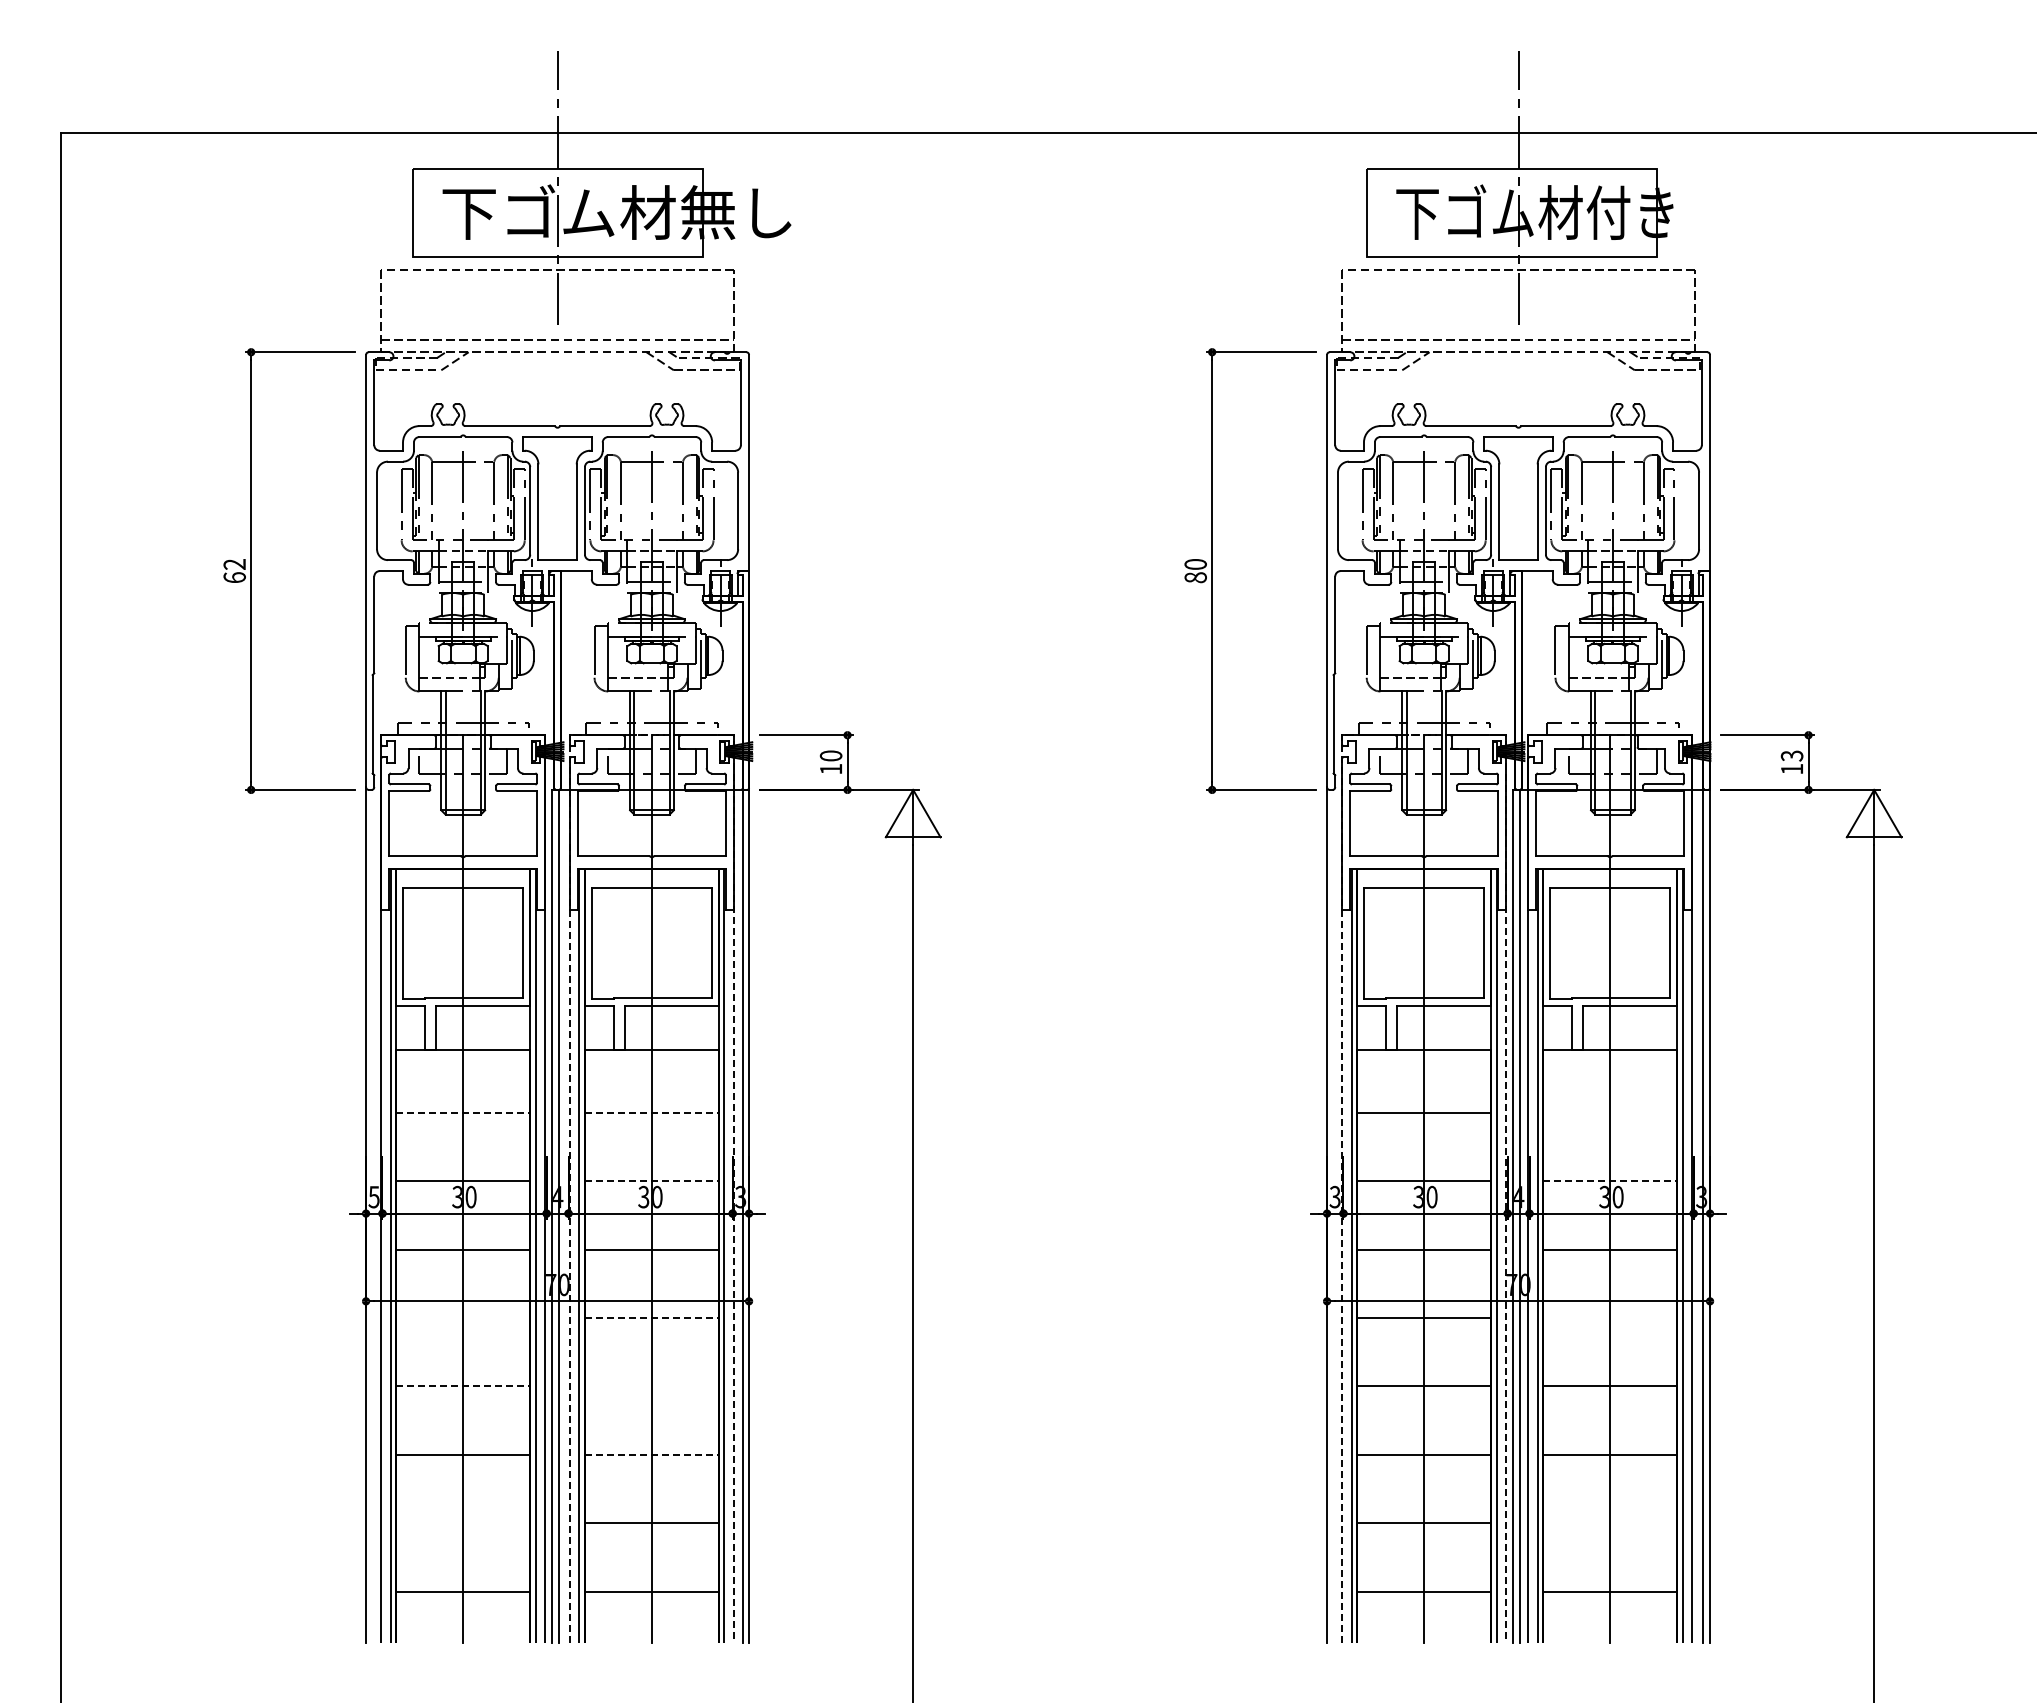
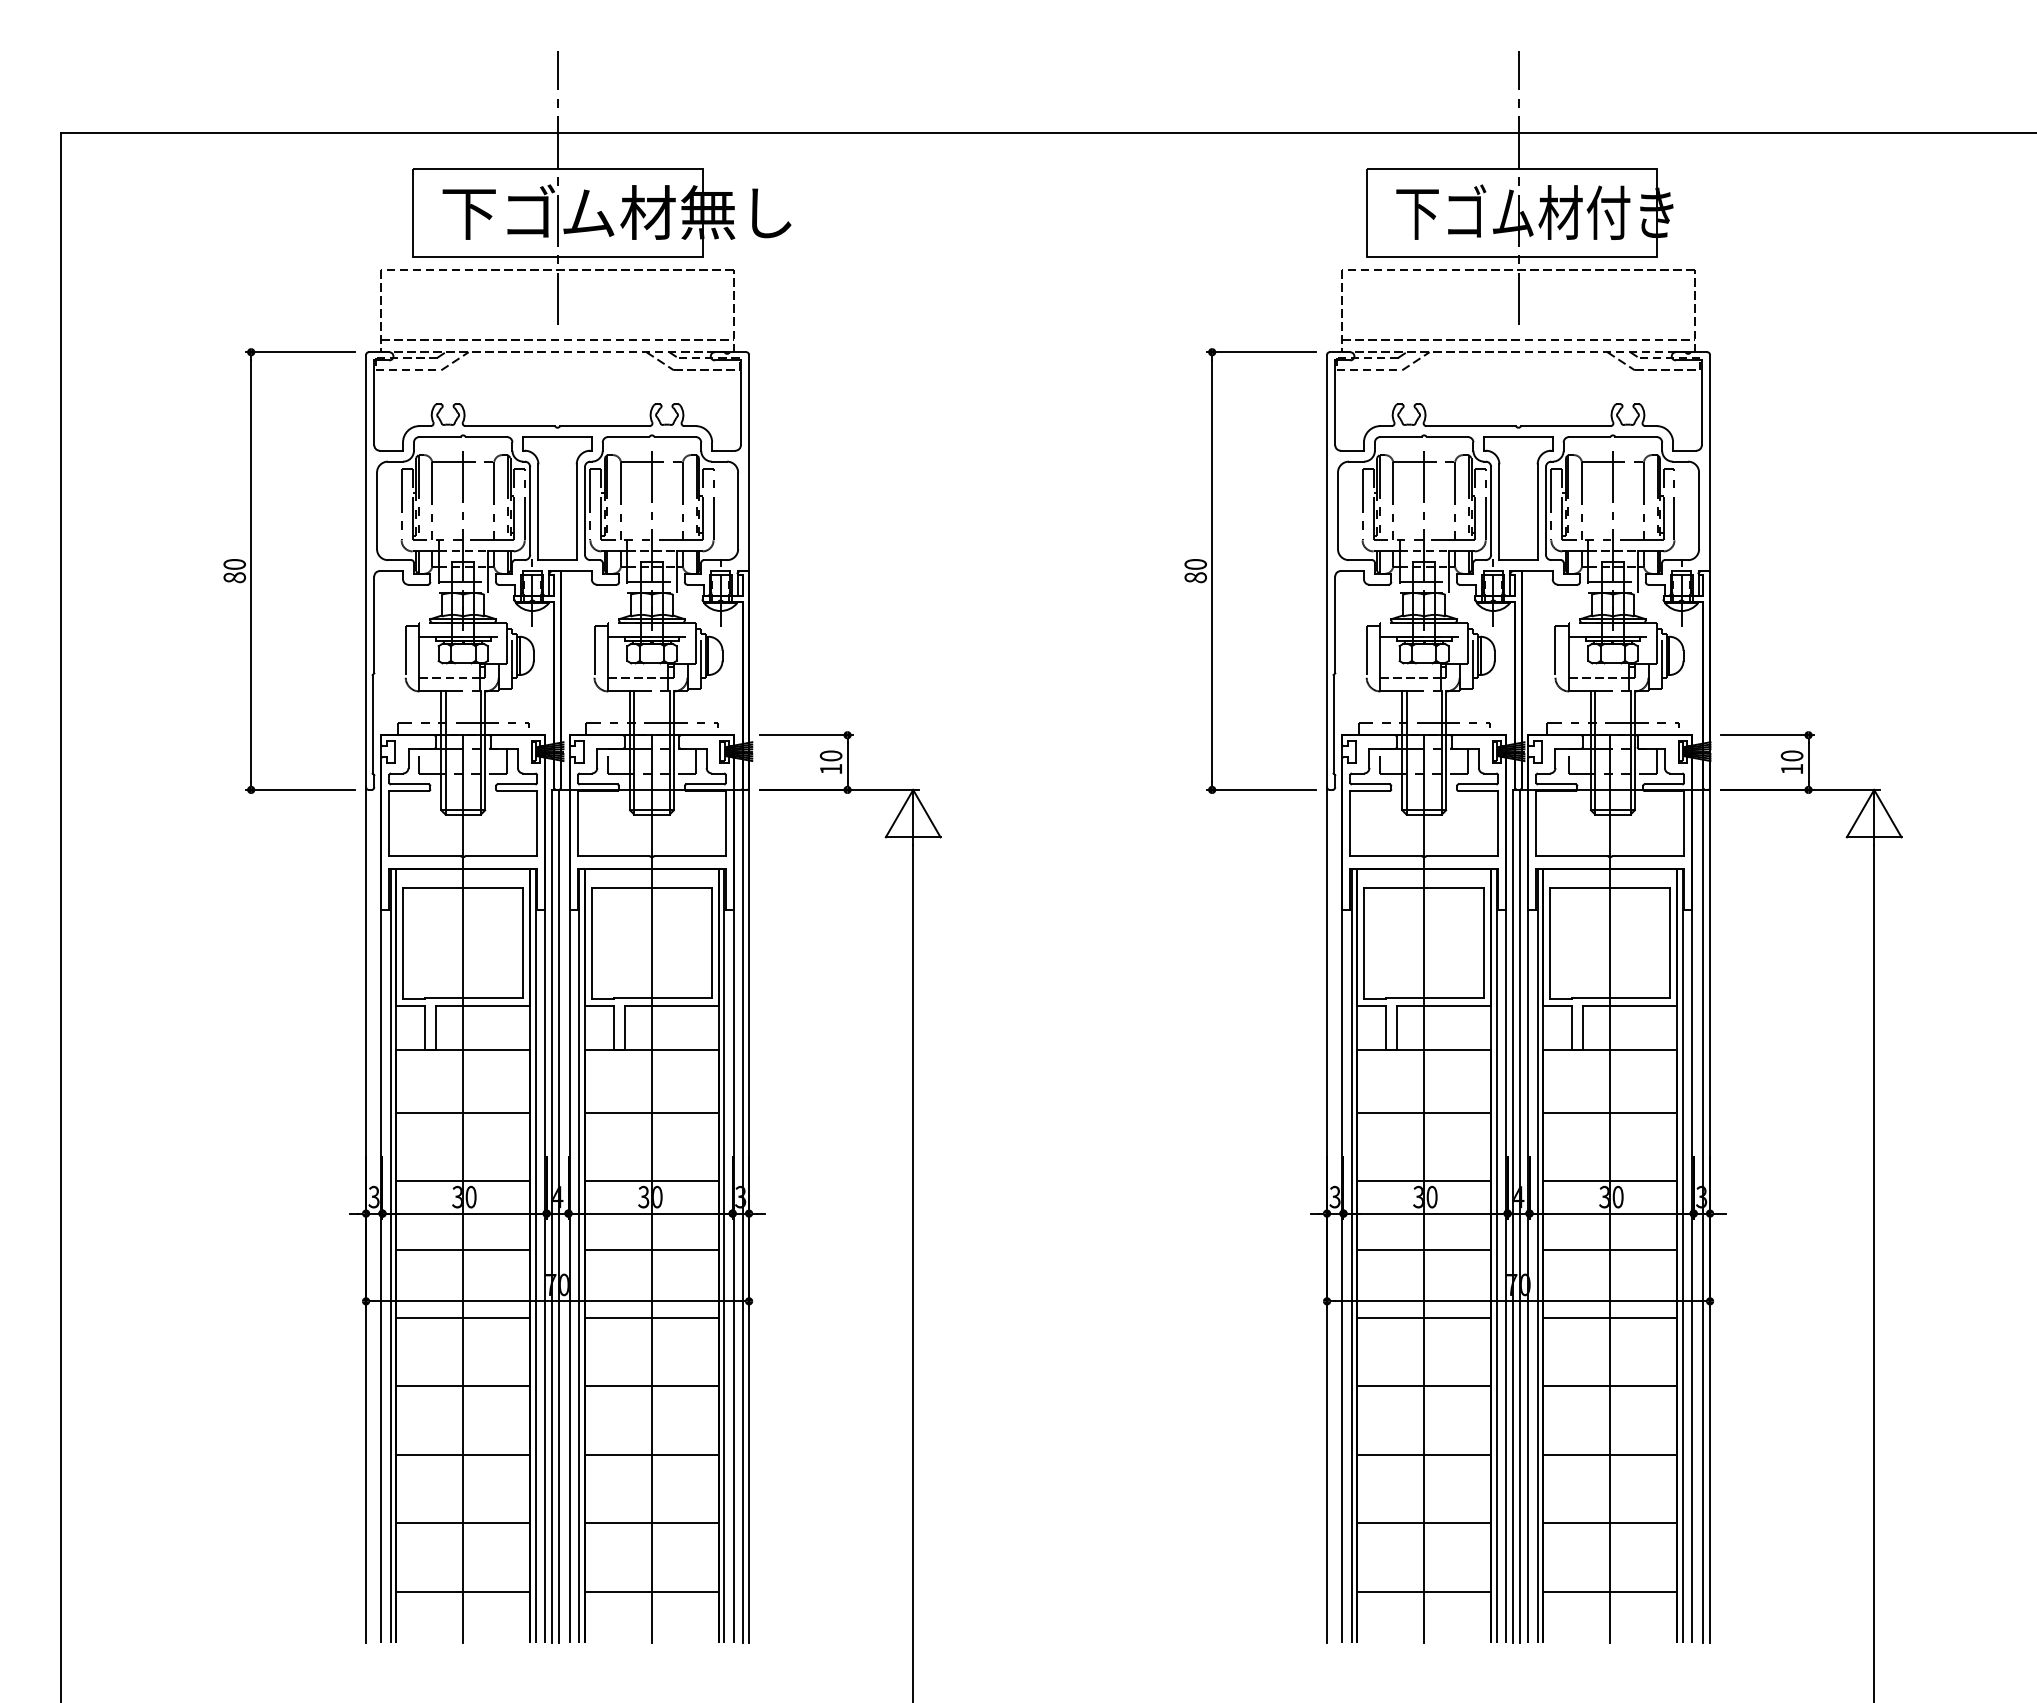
text at (234, 571): 62 -> 80
line at (652, 735): dashed -> solid
line at (1424, 735): dashed -> solid
text at (1792, 755): 13 -> 10
line at (463, 1112): dashed -> solid
line at (652, 1112): dashed -> solid
line at (1610, 1112): none -> present
line at (652, 1181): dashed -> solid
line at (1610, 1181): dashed -> solid
text at (374, 1196): 5 -> 3
line at (463, 1317): none -> present
line at (652, 1317): dashed -> solid
line at (1610, 1317): none -> present
line at (463, 1386): dashed -> solid
line at (651, 1386): none -> present
line at (652, 1454): dashed -> solid
line at (463, 1523): none -> present
line at (1610, 1523): none -> present
